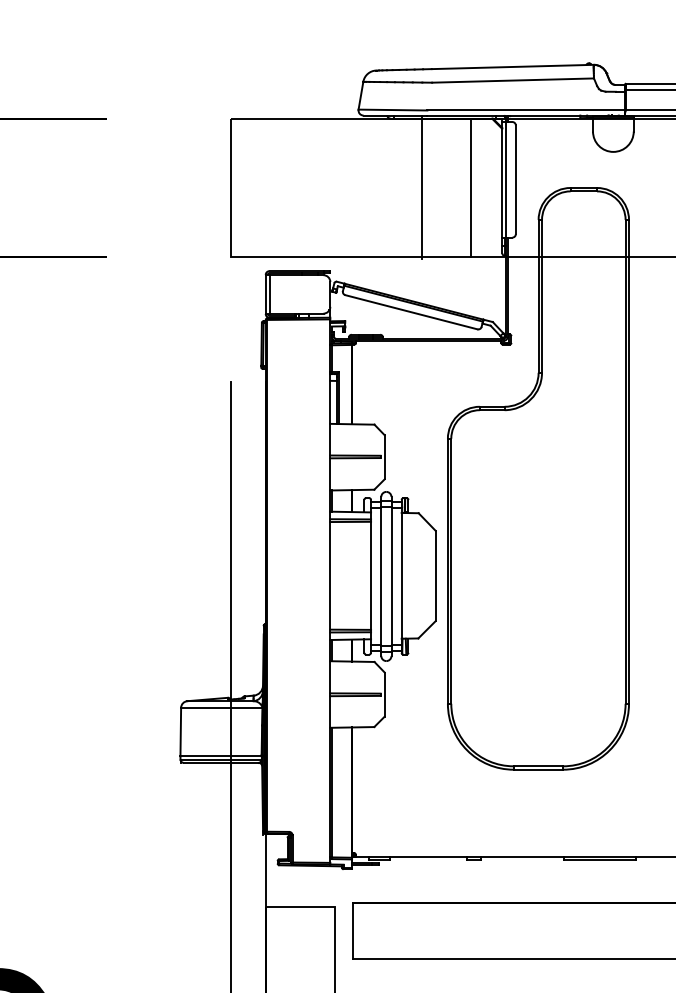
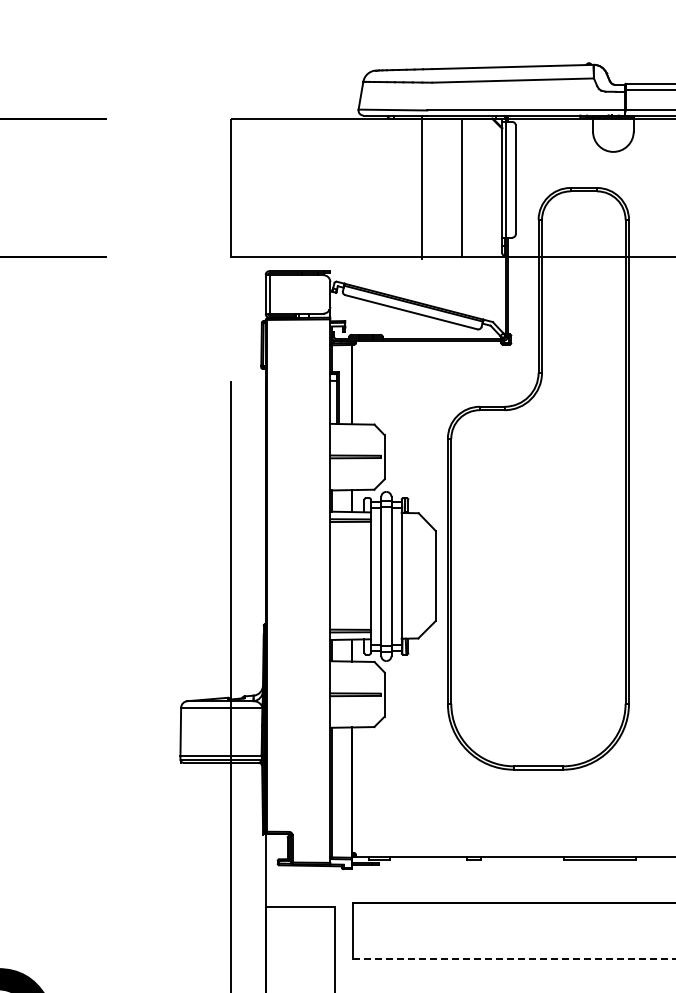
line at (470, 187) position: (470, 187) -> (461, 187)
line at (514, 958): solid -> dashed
